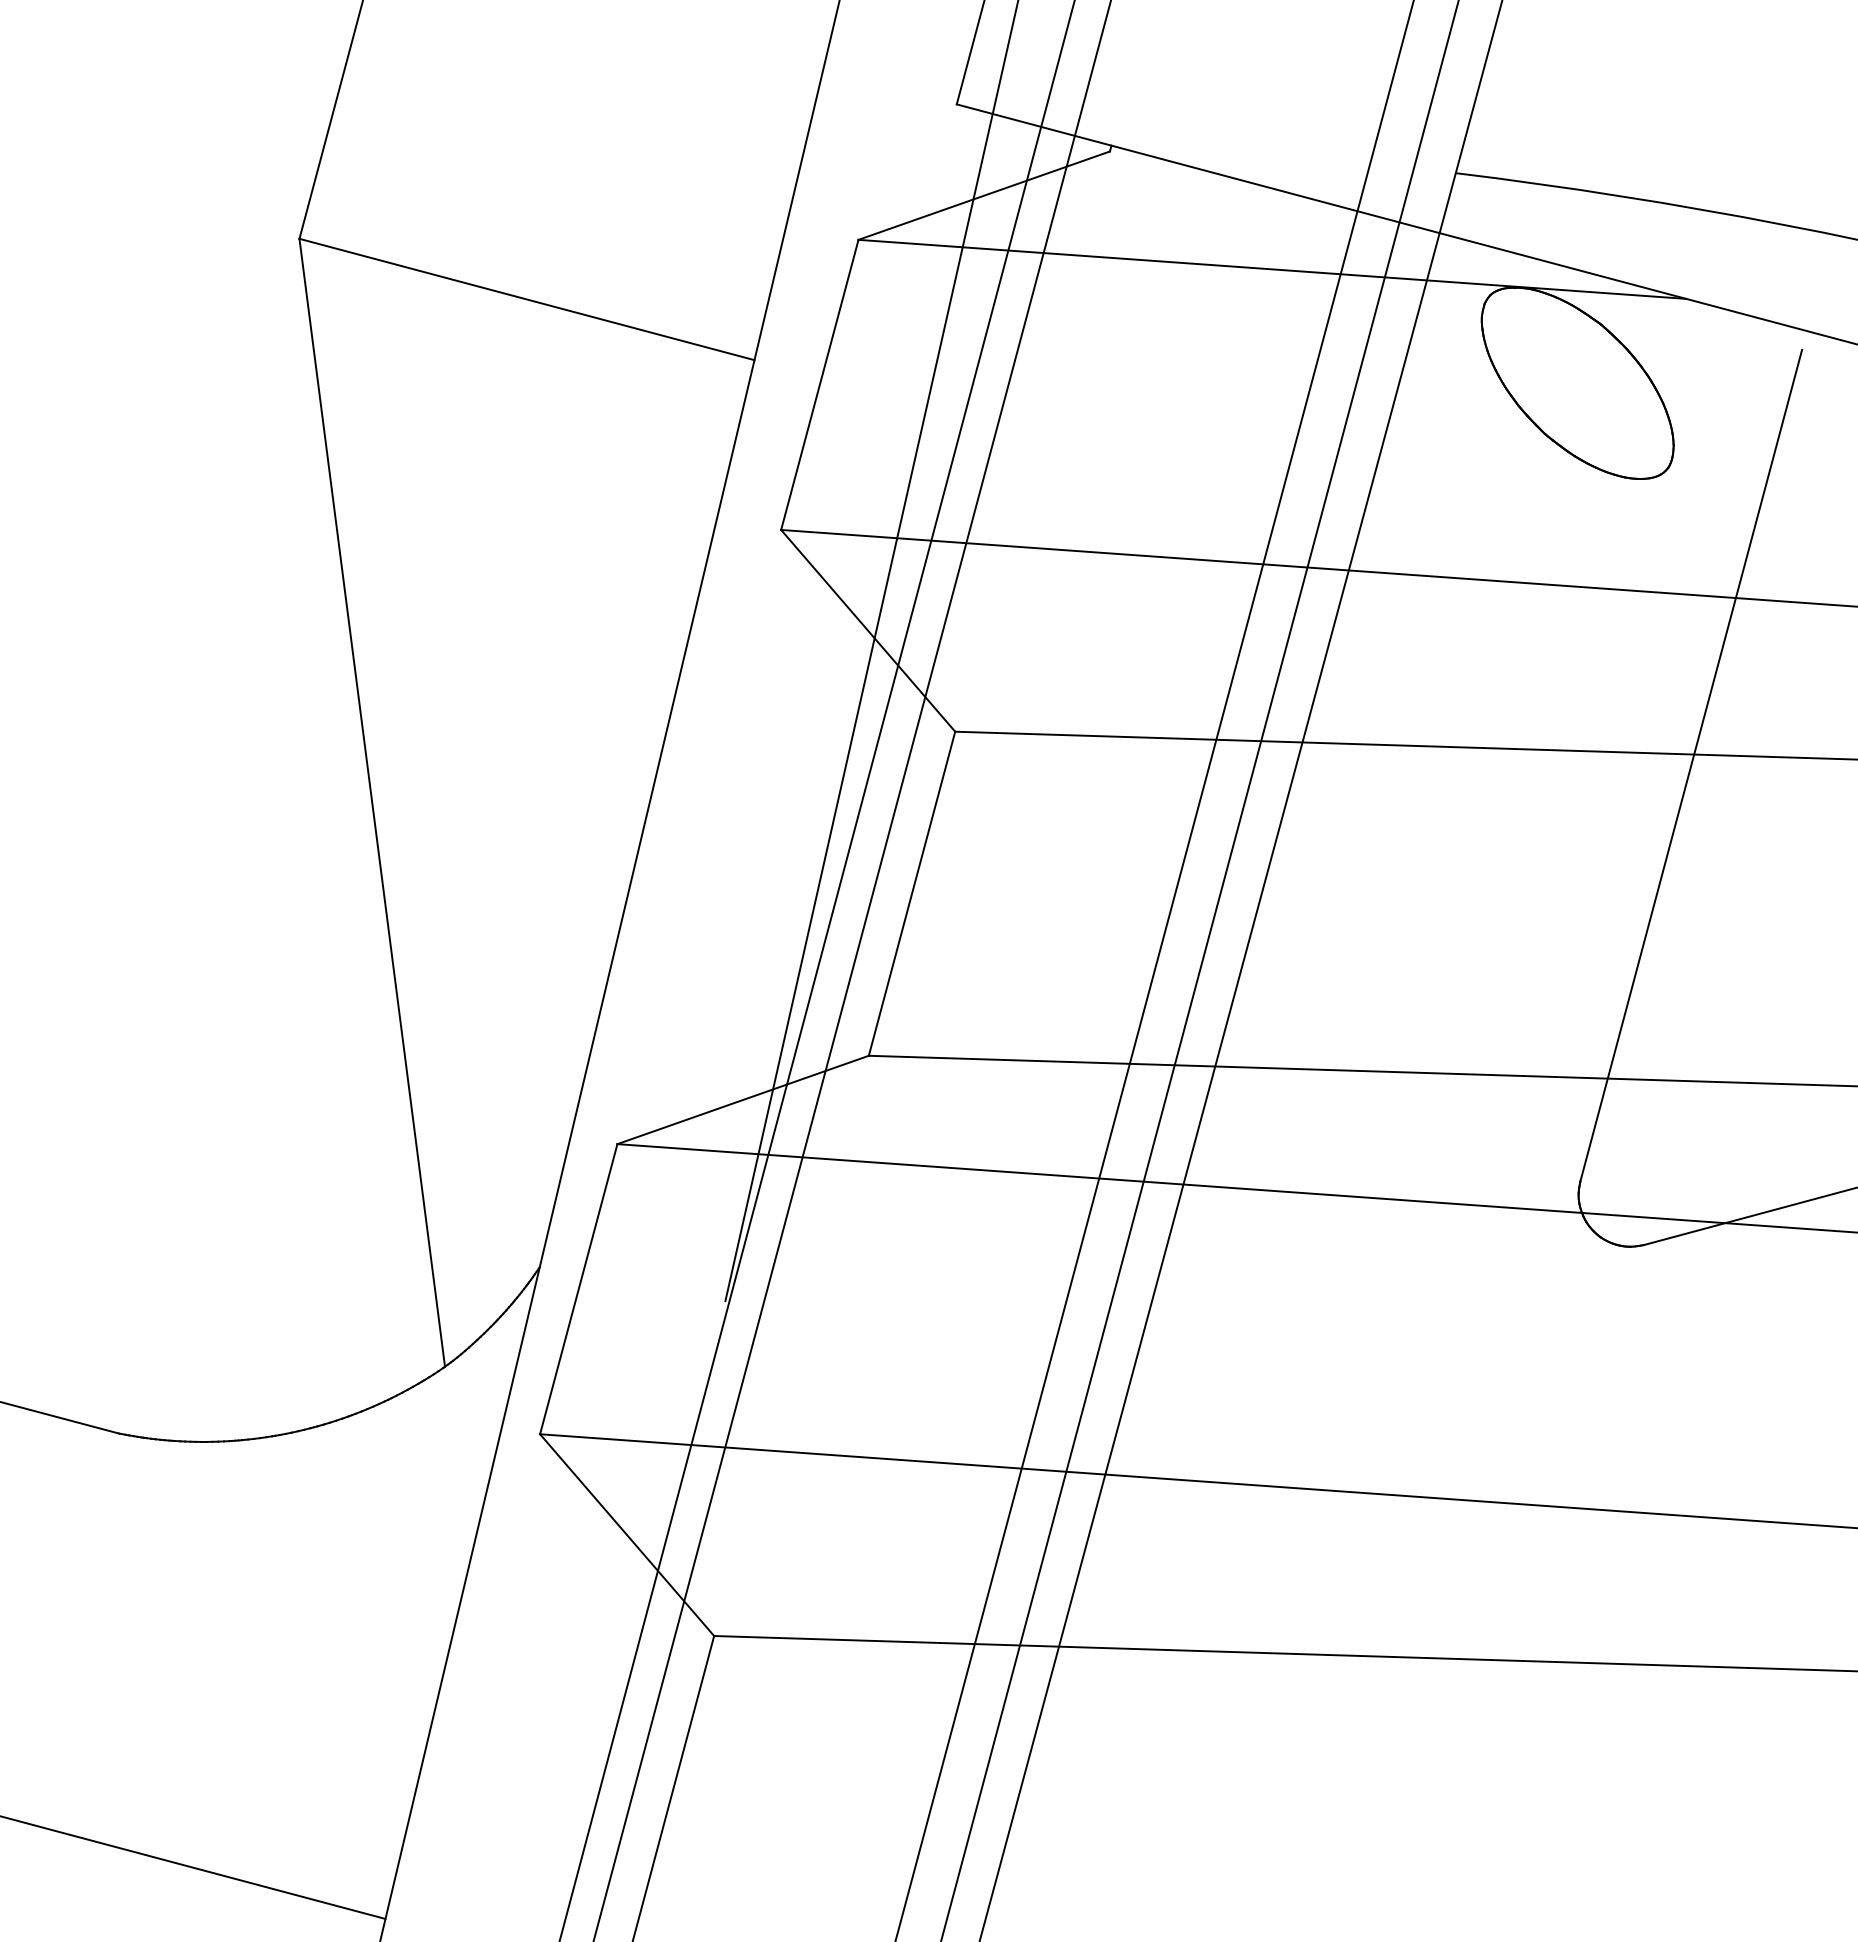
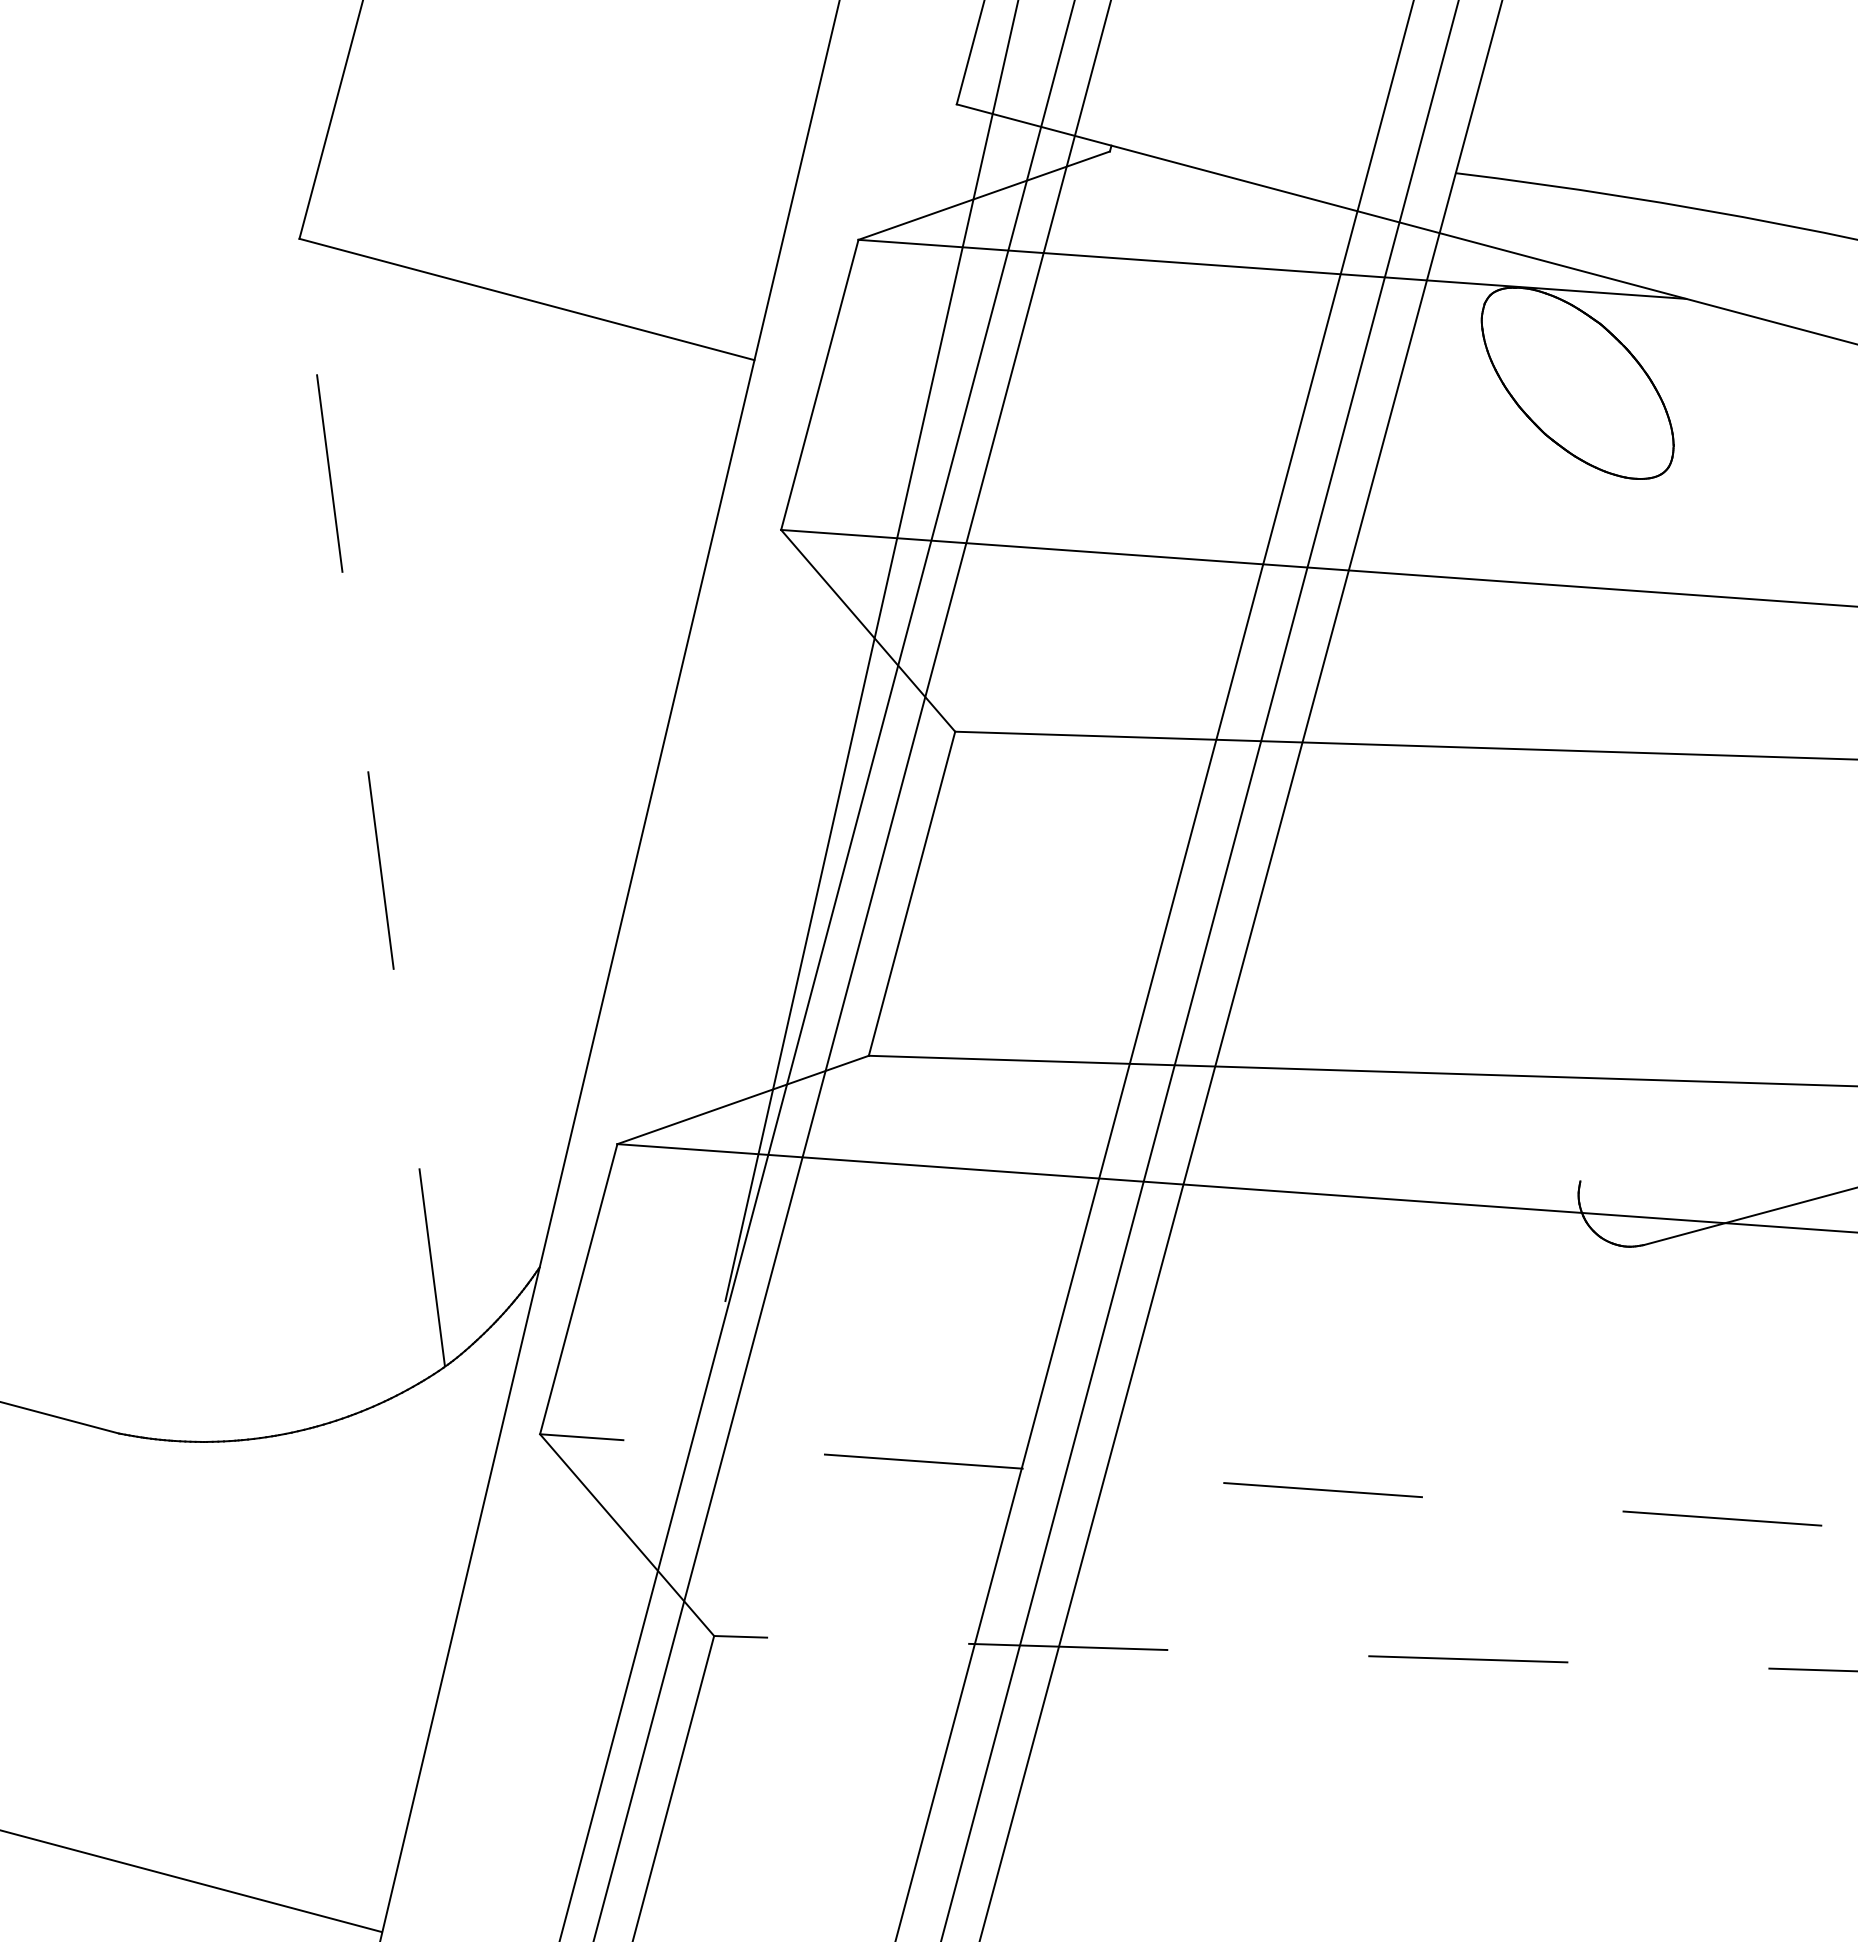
line at (1691, 765): present -> none
line at (372, 802): solid -> dashed
line at (1198, 1481): solid -> dashed
line at (1285, 1653): solid -> dashed
line at (193, 1867) position: (193, 1867) -> (191, 1880)
